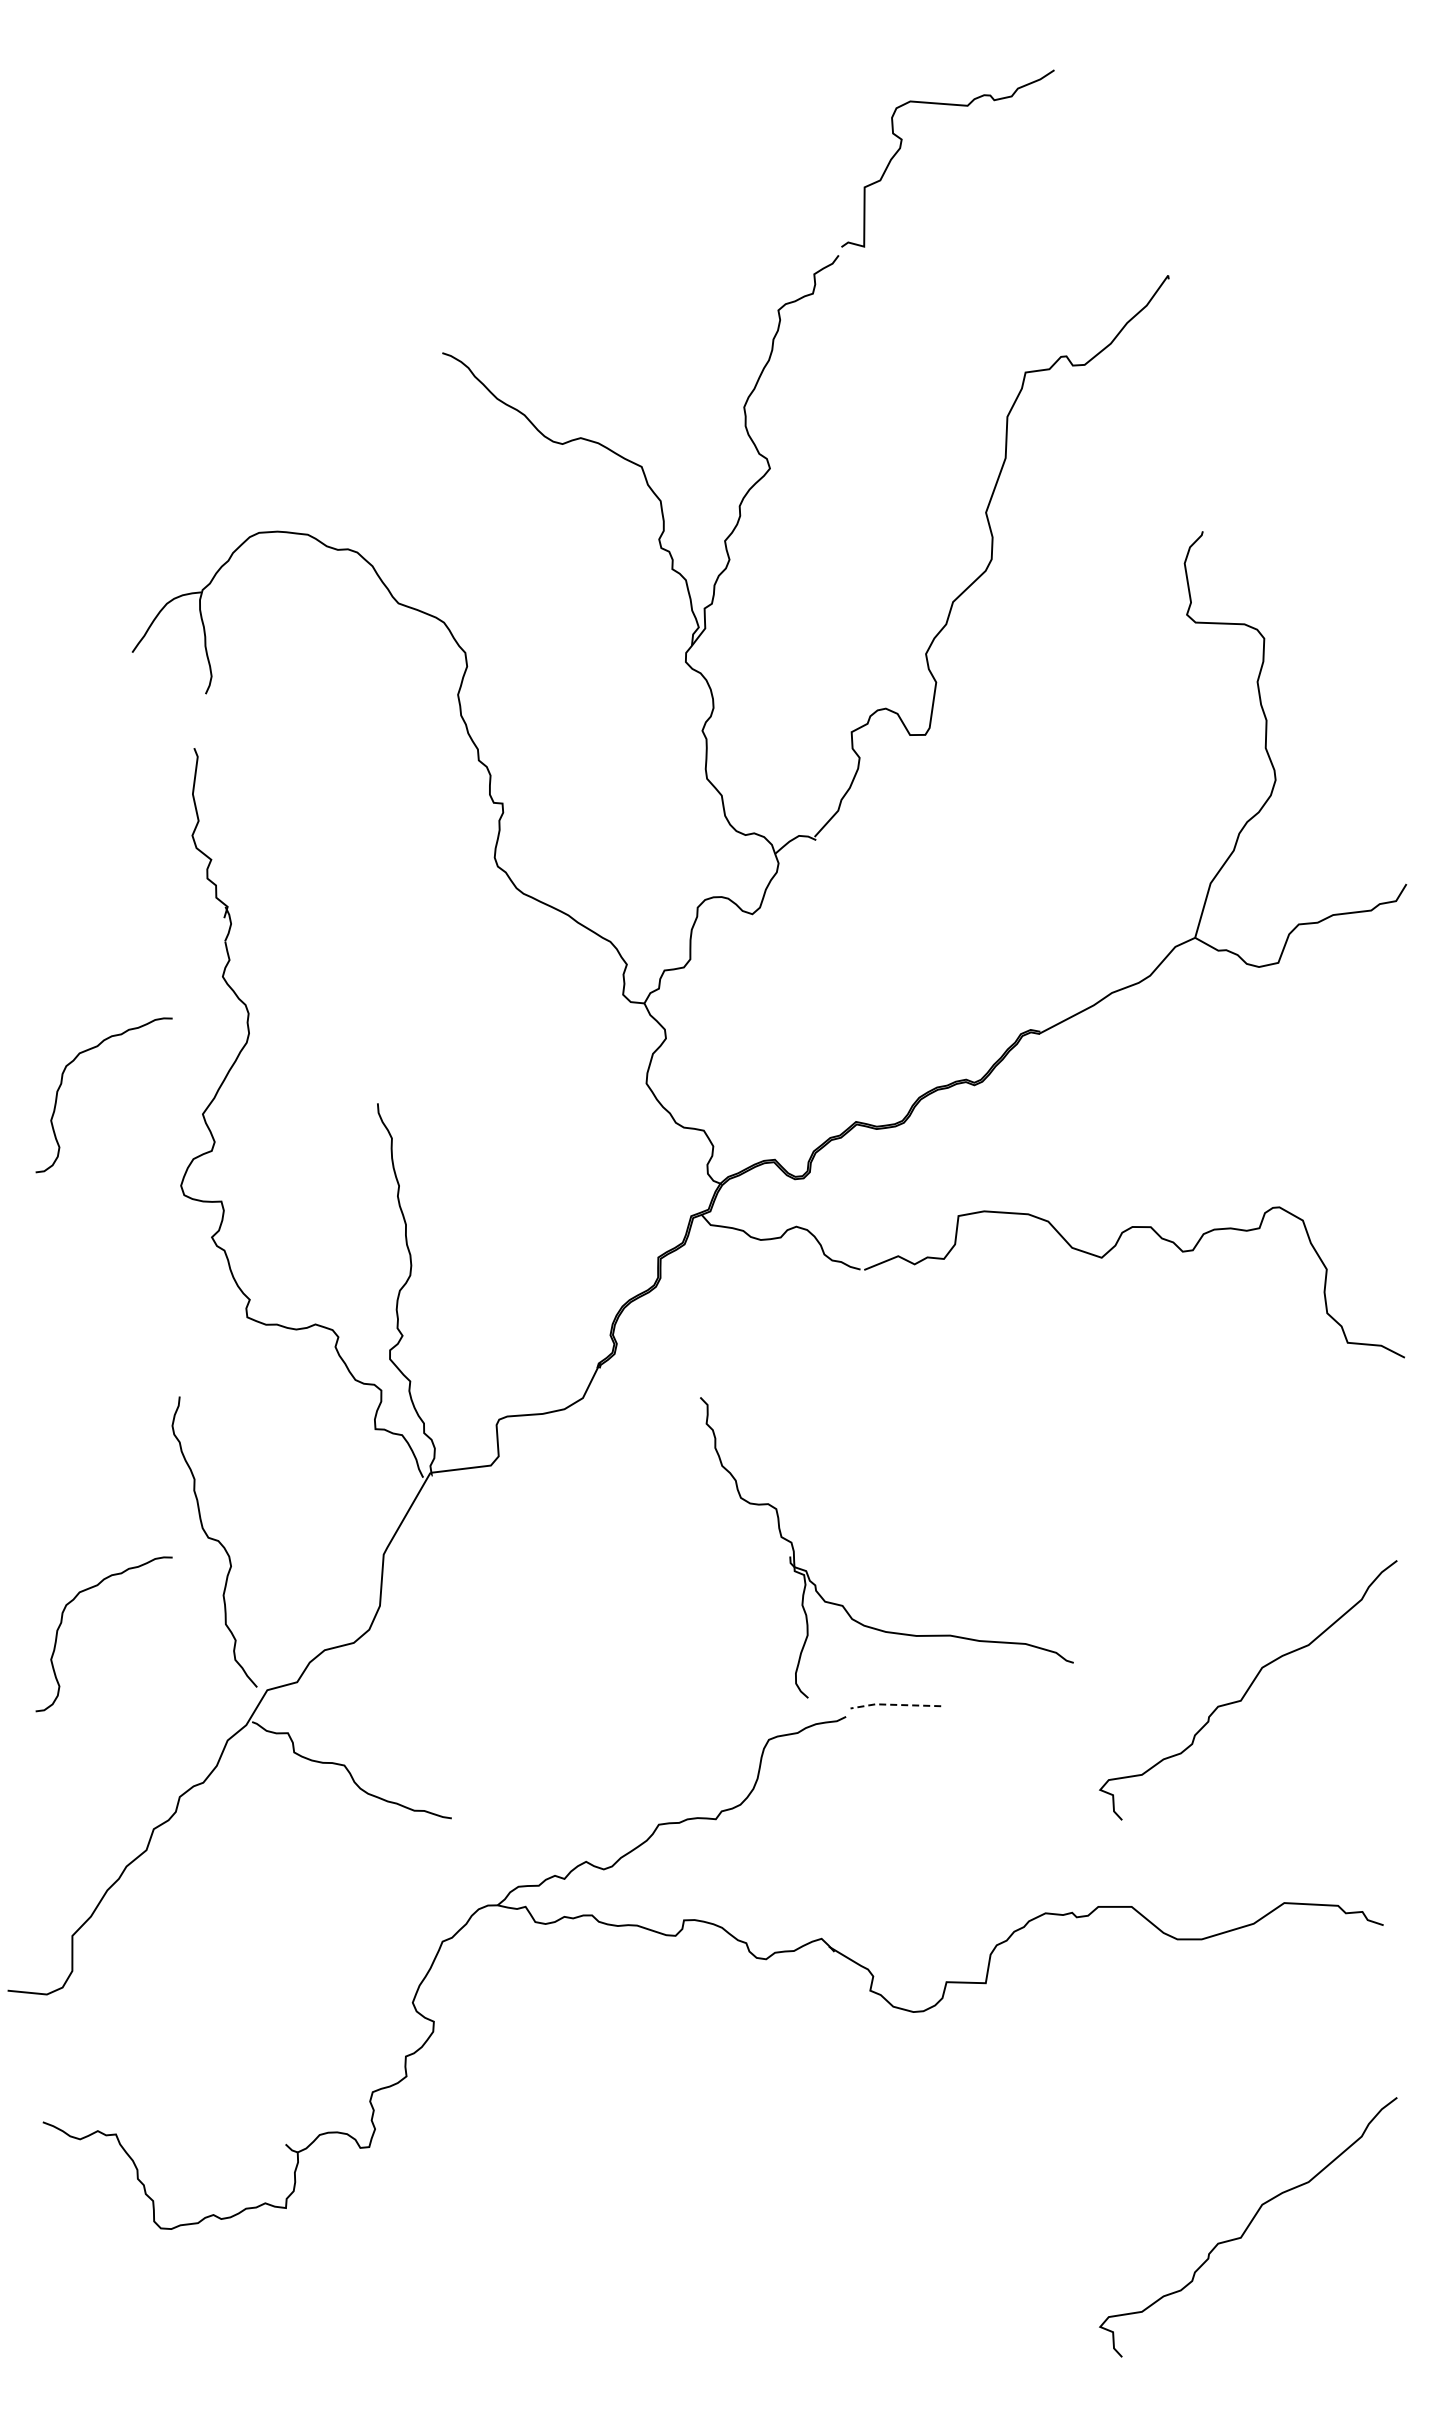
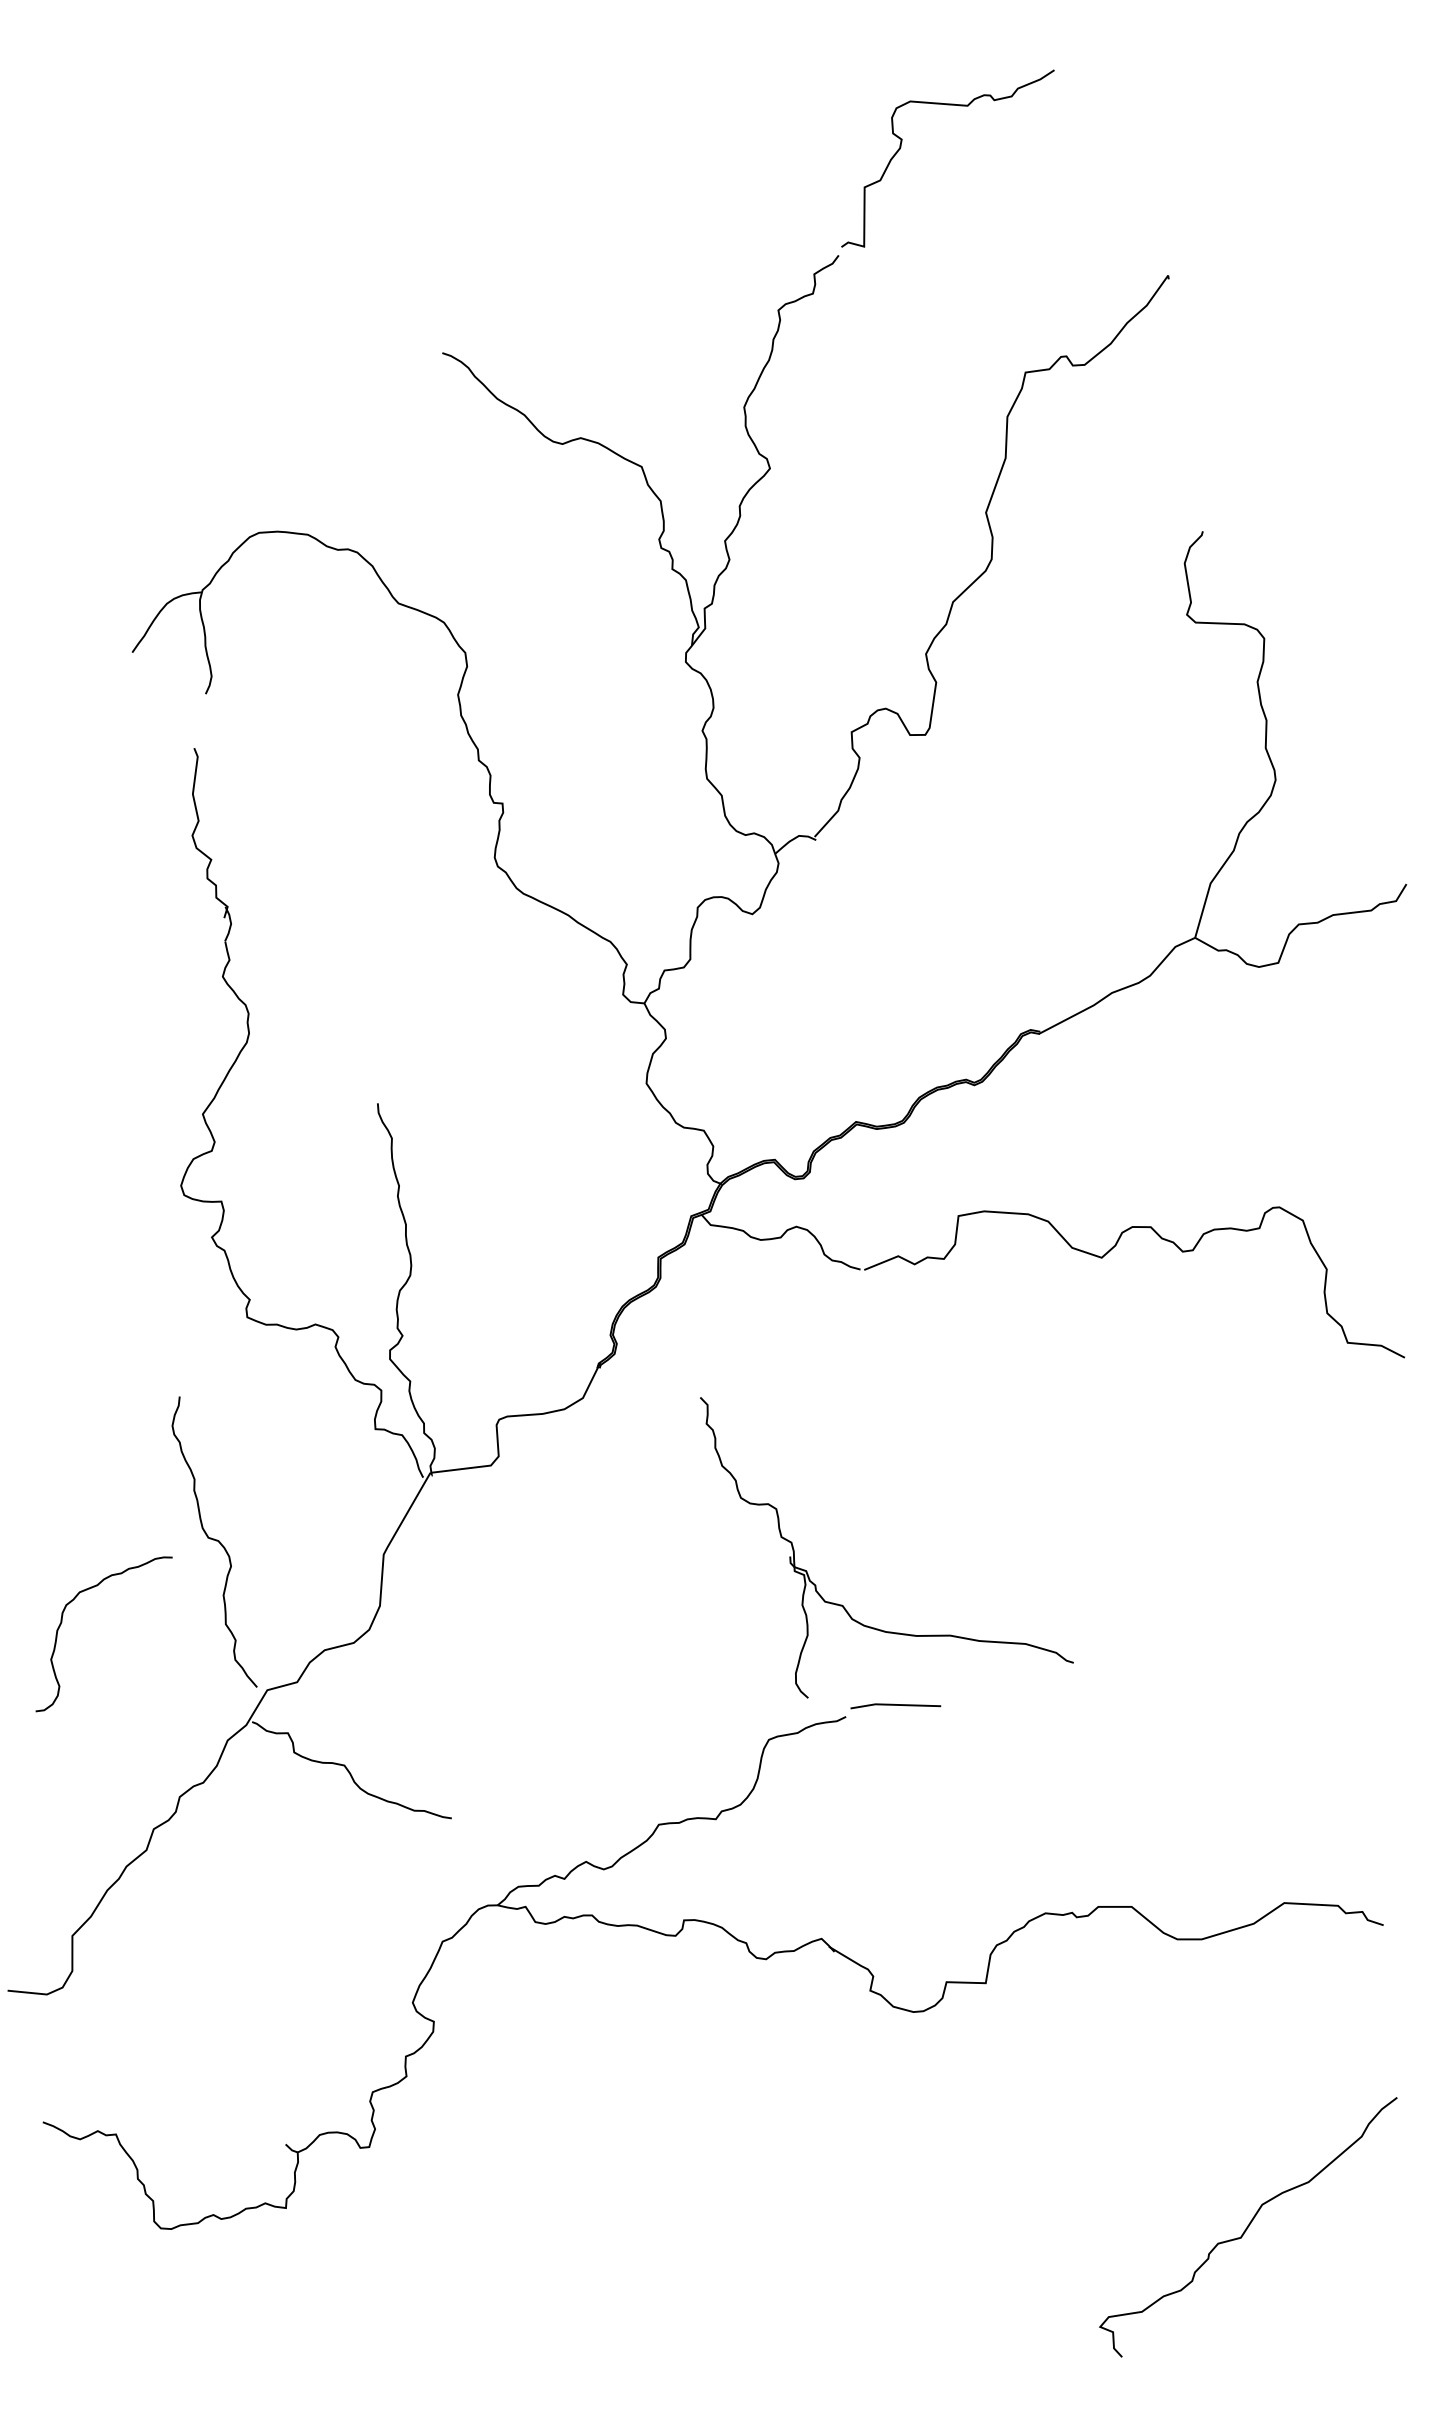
curve at (62, 1083): present -> none
curve at (1248, 1690): present -> none
line at (894, 1704): dashed -> solid
